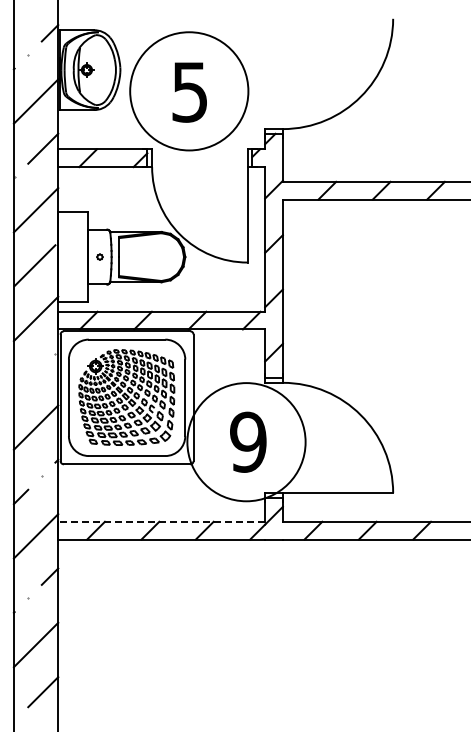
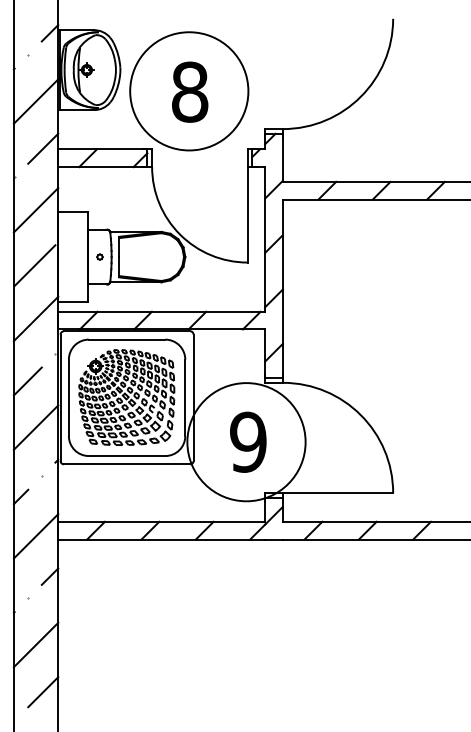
text at (190, 91): 5 -> 8
line at (27, 381): none -> present
line at (161, 521): dashed -> solid
